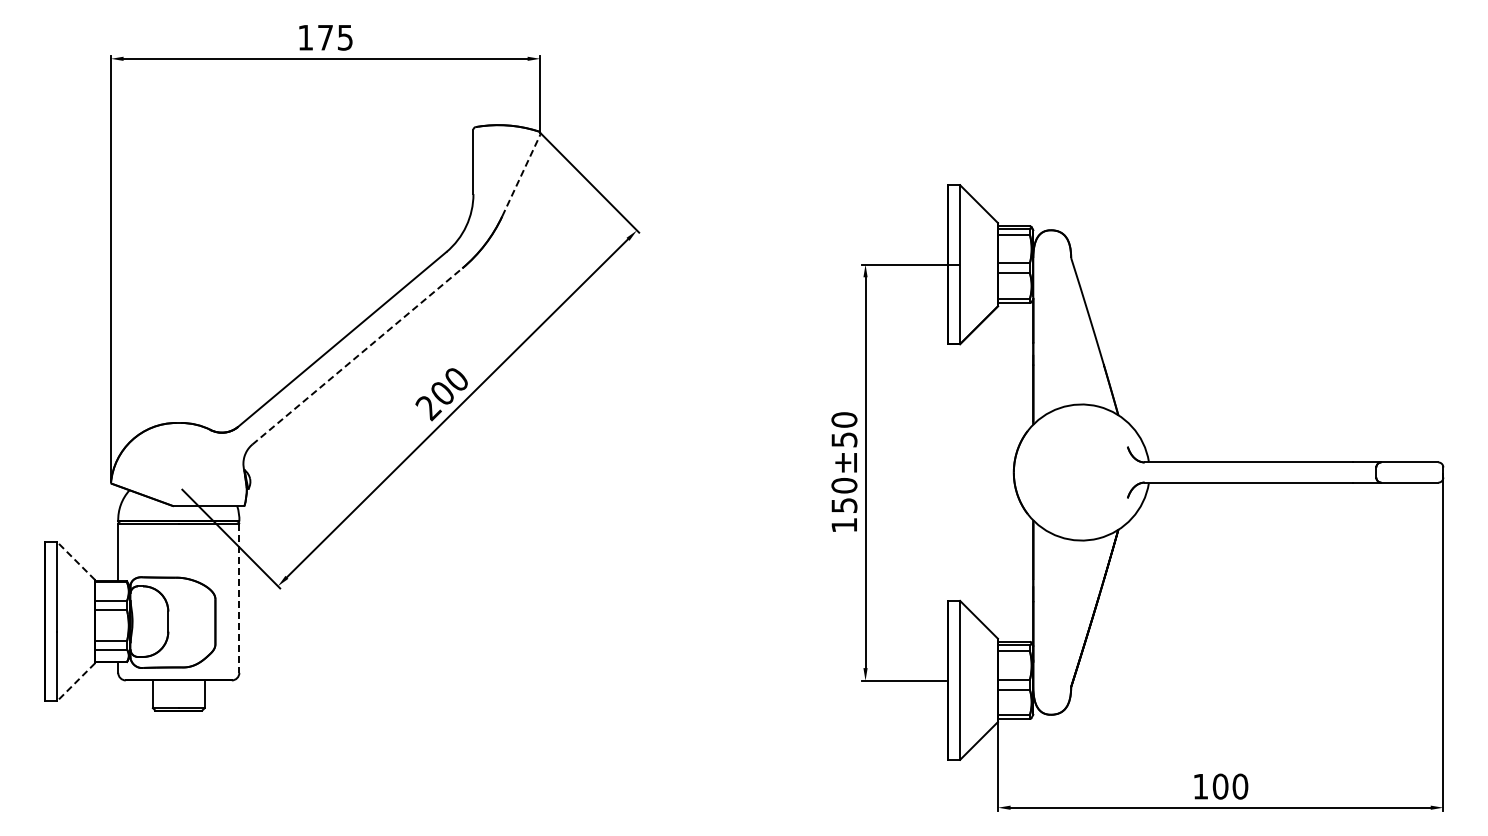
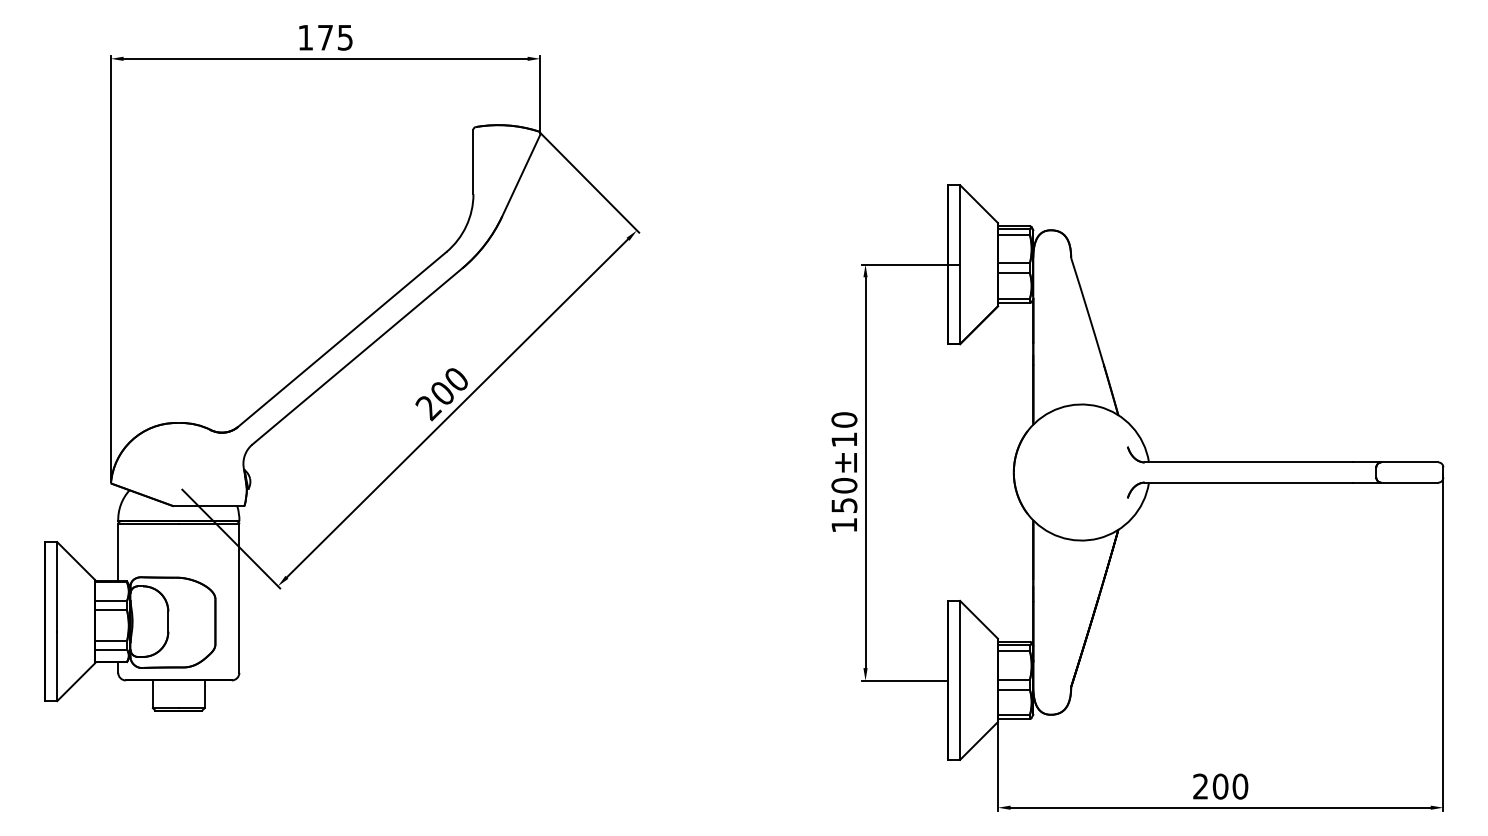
line at (521, 175): dashed -> solid
line at (357, 356): dashed -> solid
text at (844, 439): 150±50 -> 150±10
line at (76, 561): dashed -> solid
line at (239, 598): dashed -> solid
line at (76, 682): dashed -> solid
text at (1200, 786): 100 -> 200
